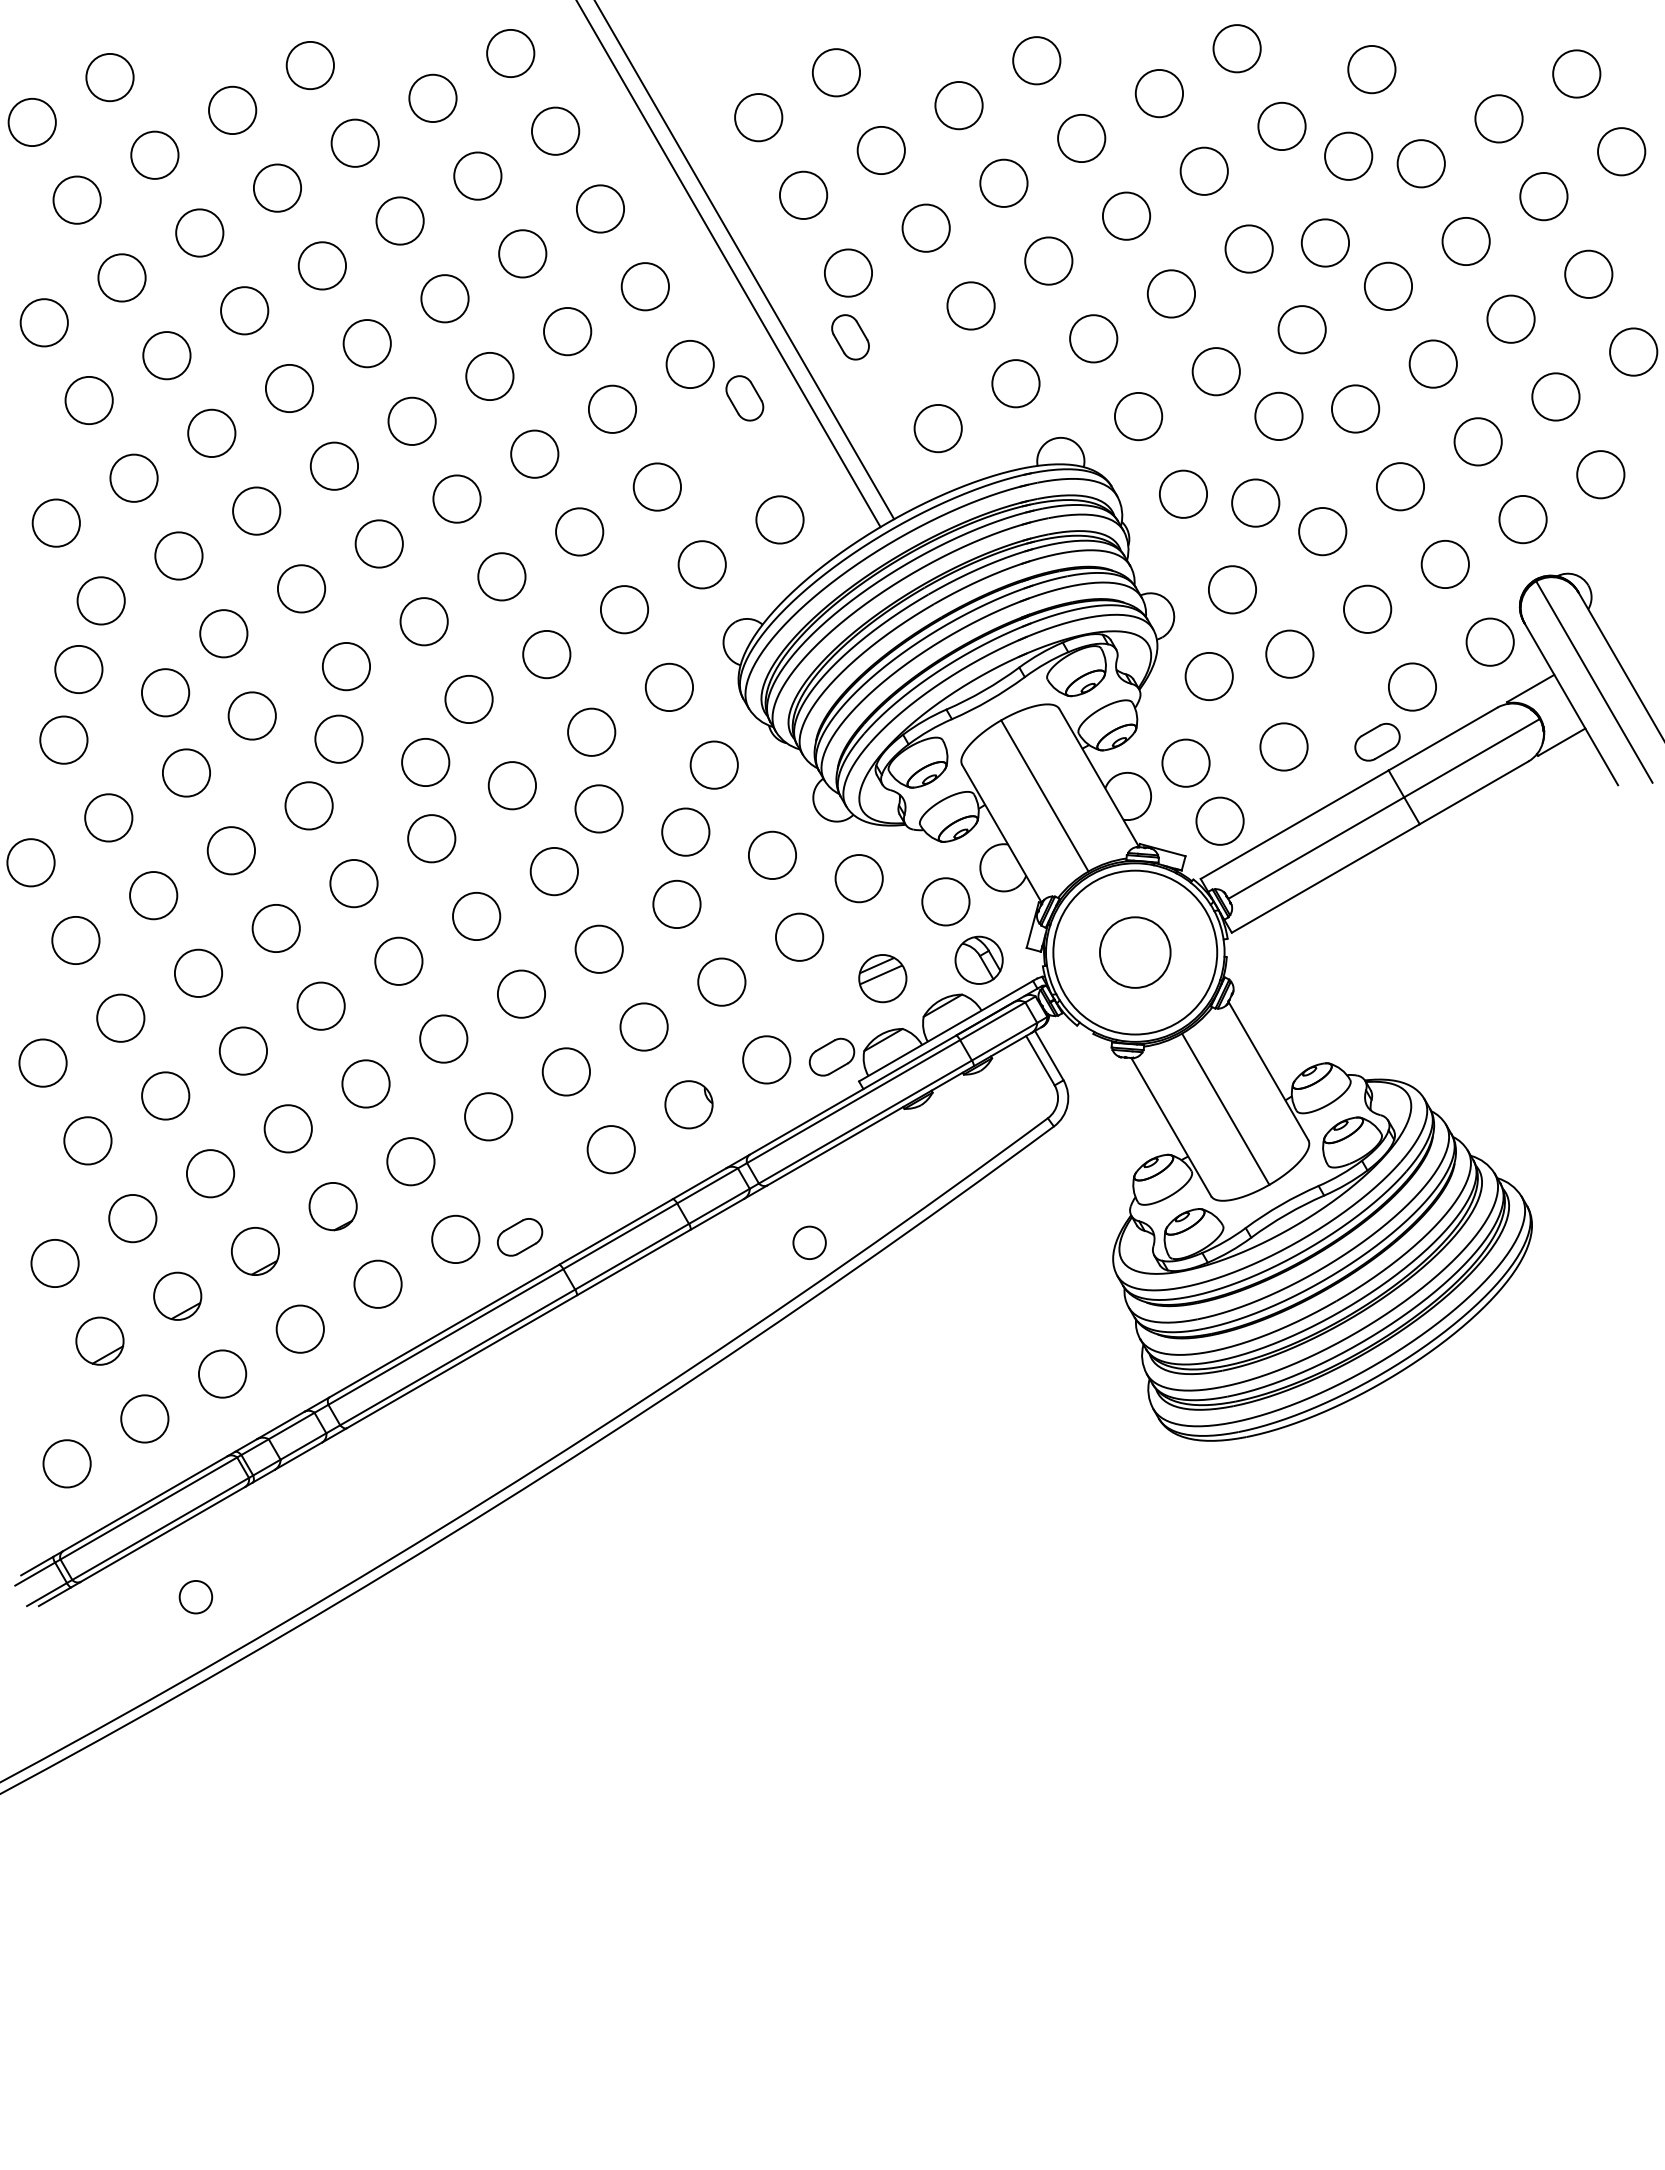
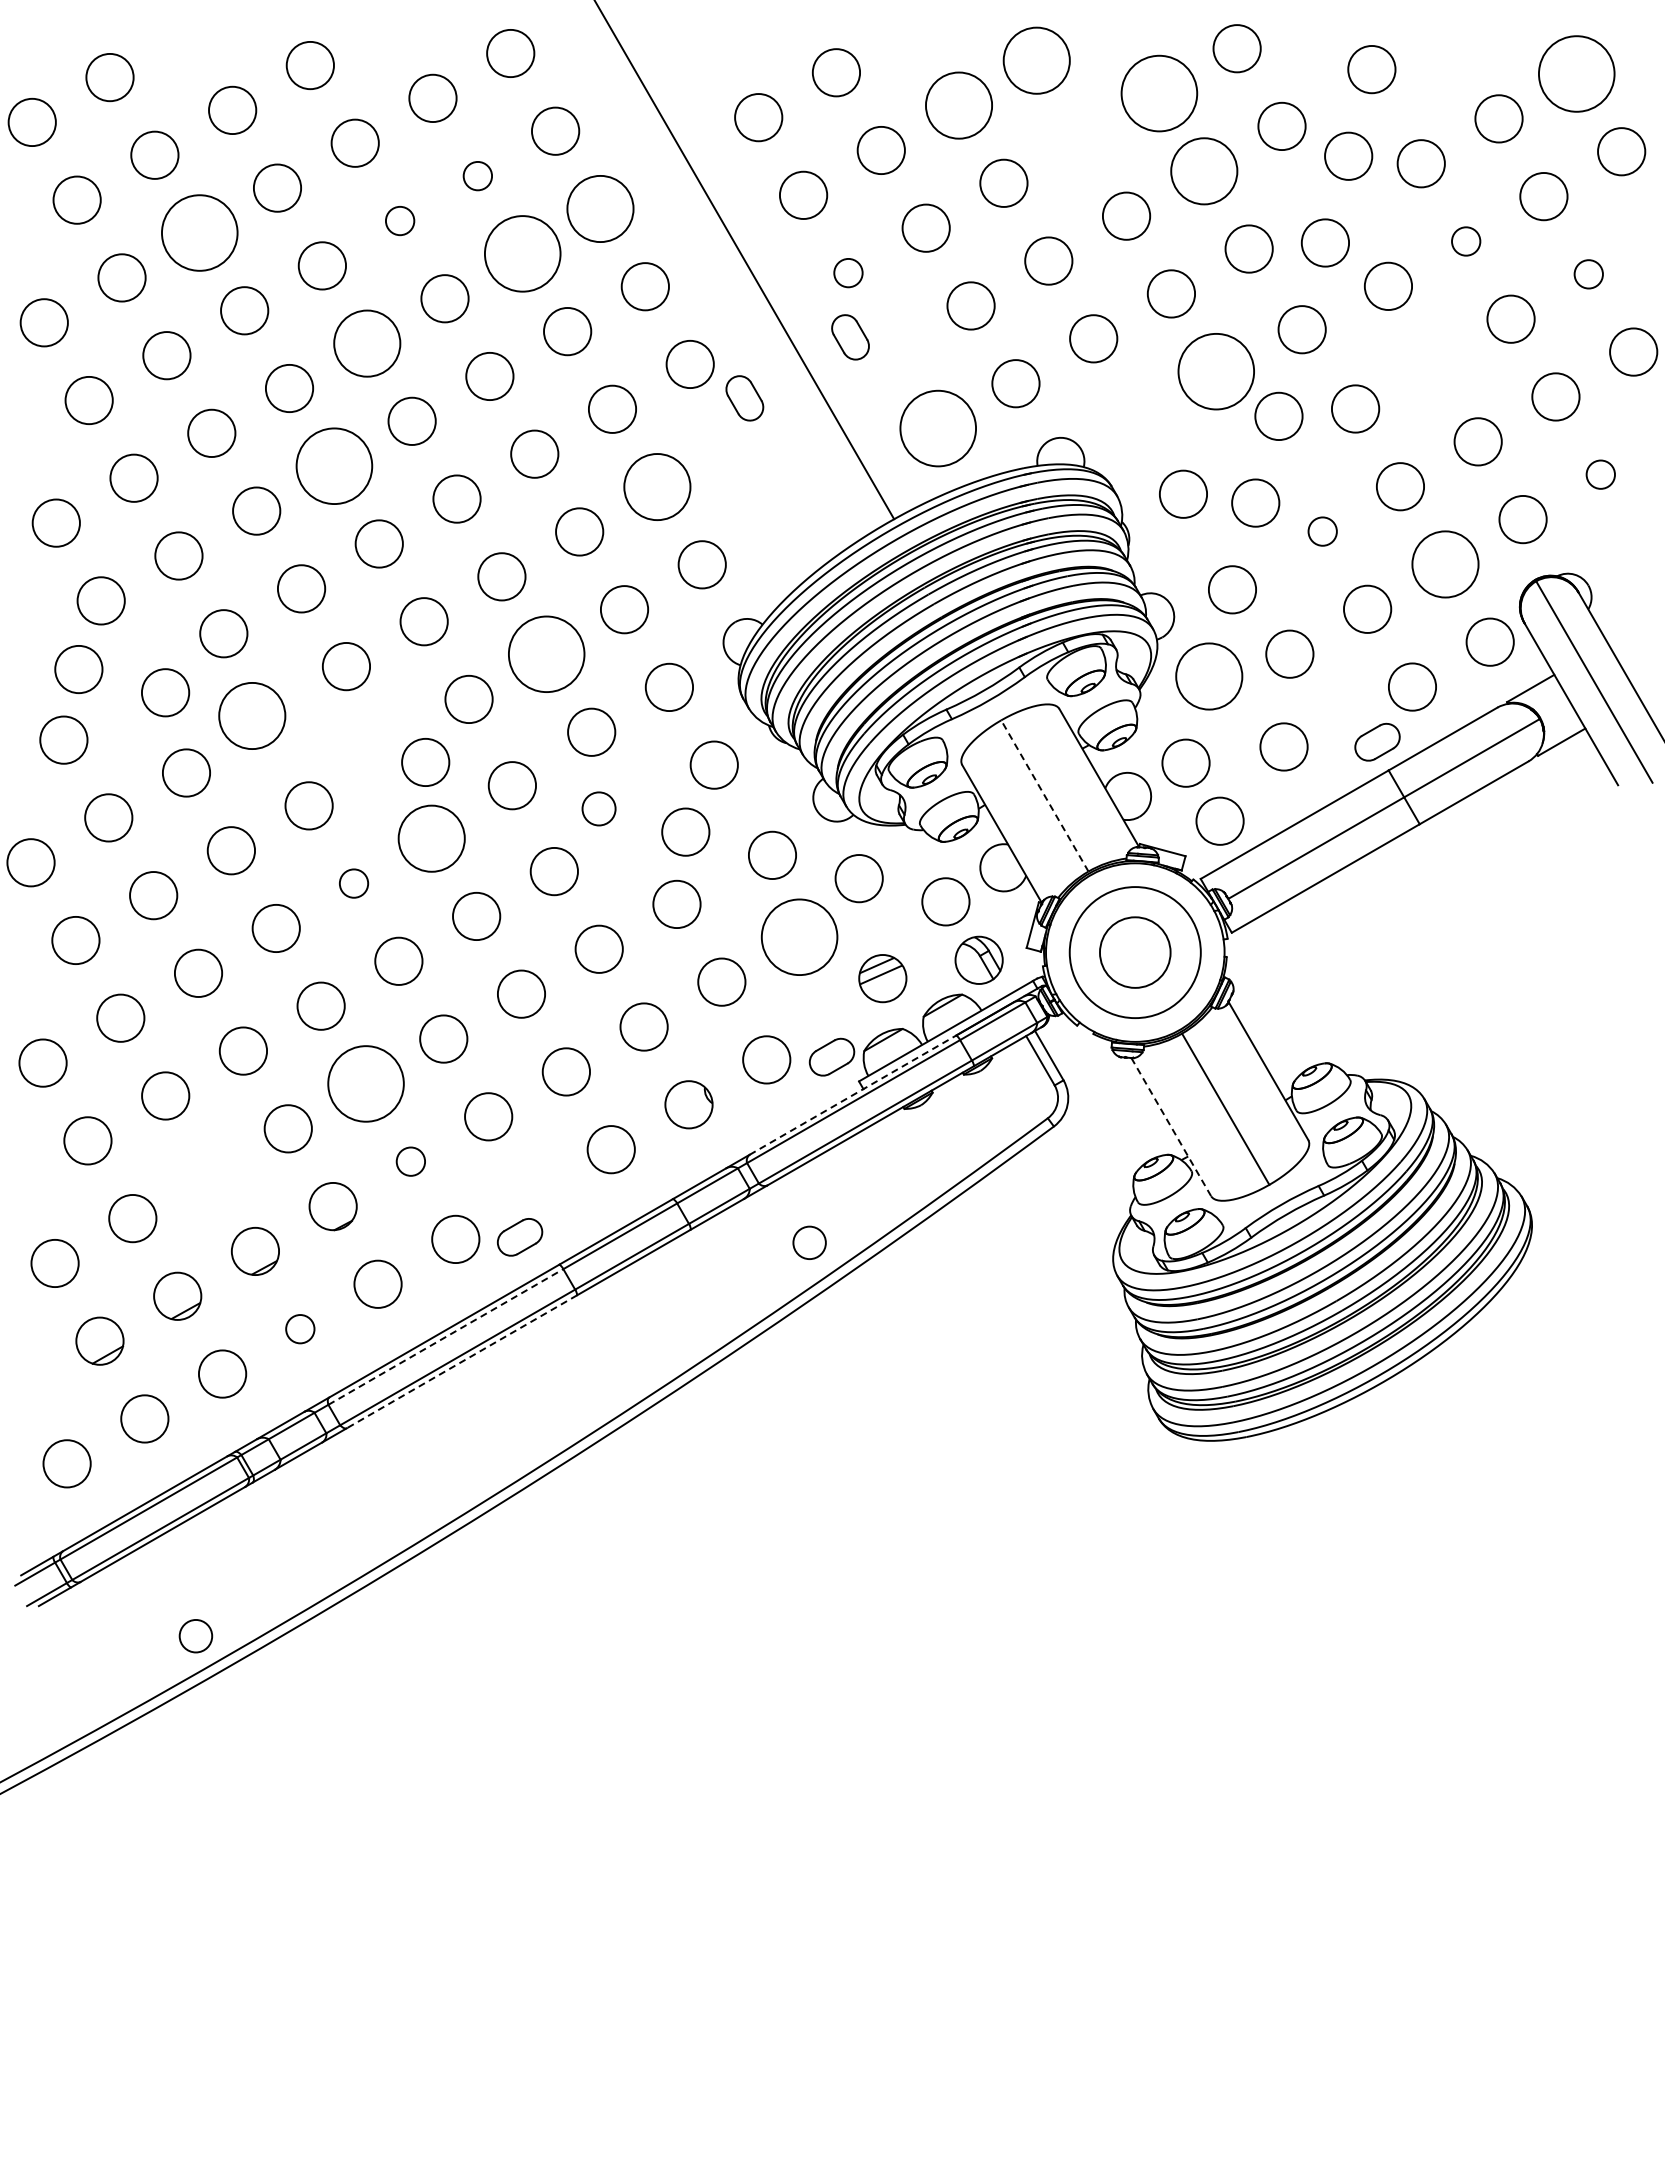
circle at (1036, 60) diameter: 47 px -> 66 px
circle at (1576, 73) diameter: 47 px -> 76 px
circle at (1159, 93) diameter: 47 px -> 76 px
circle at (958, 105) diameter: 47 px -> 66 px
circle at (1081, 138): present -> none
circle at (1203, 170) diameter: 47 px -> 66 px
circle at (477, 175) diameter: 47 px -> 28 px
circle at (600, 208) diameter: 47 px -> 66 px
circle at (399, 220) diameter: 47 px -> 28 px
circle at (199, 232) diameter: 47 px -> 76 px
circle at (1465, 241) diameter: 47 px -> 28 px
circle at (522, 253) diameter: 47 px -> 76 px
line at (728, 264): present -> none
circle at (848, 272) diameter: 47 px -> 28 px
circle at (1588, 273) diameter: 47 px -> 28 px
circle at (366, 343) diameter: 47 px -> 66 px
circle at (1432, 363): present -> none
circle at (1215, 371) diameter: 47 px -> 76 px
circle at (1138, 416): present -> none
circle at (937, 428) diameter: 47 px -> 76 px
circle at (334, 465) diameter: 47 px -> 76 px
circle at (1600, 474) diameter: 47 px -> 28 px
circle at (657, 486) diameter: 47 px -> 66 px
circle at (779, 519): present -> none
circle at (1322, 531) diameter: 47 px -> 28 px
circle at (1444, 564) size: 50x49 px -> 69x69 px
circle at (546, 654) size: 50x50 px -> 78x78 px
circle at (1208, 676) diameter: 47 px -> 66 px
circle at (251, 715) diameter: 47 px -> 66 px
circle at (338, 738): present -> none
line at (1044, 795): solid -> dashed
circle at (598, 808) size: 50x50 px -> 36x36 px
circle at (431, 838) diameter: 47 px -> 66 px
circle at (353, 883) diameter: 47 px -> 28 px
circle at (799, 936) diameter: 47 px -> 76 px
circle at (1135, 952) diameter: 164 px -> 131 px
circle at (365, 1083) size: 50x50 px -> 78x78 px
line at (853, 1094): solid -> dashed
line at (1171, 1127): solid -> dashed
circle at (410, 1161) diameter: 47 px -> 28 px
circle at (210, 1173): present -> none
circle at (299, 1328) diameter: 47 px -> 28 px
line at (445, 1337): solid -> dashed
line at (462, 1361): solid -> dashed
circle at (195, 1597) position: (195, 1597) -> (195, 1636)
